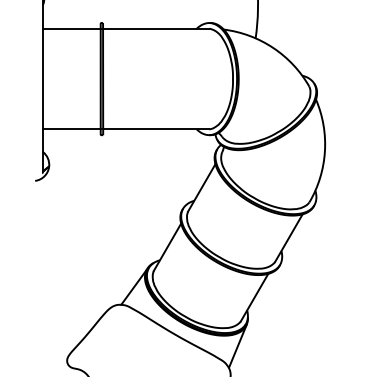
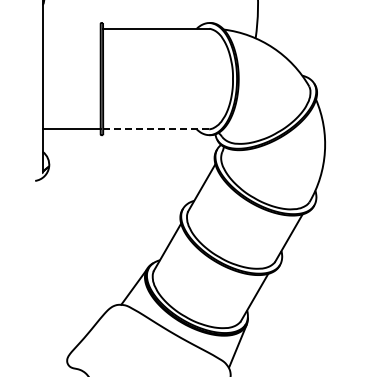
line at (71, 28): present -> none
line at (156, 129): solid -> dashed
